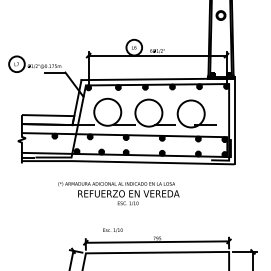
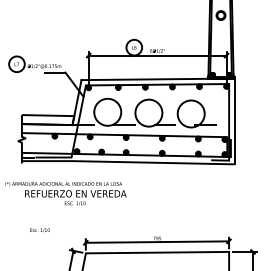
text at (118, 193) position: (118, 193) -> (65, 193)
text at (112, 230) position: (112, 230) -> (39, 230)
